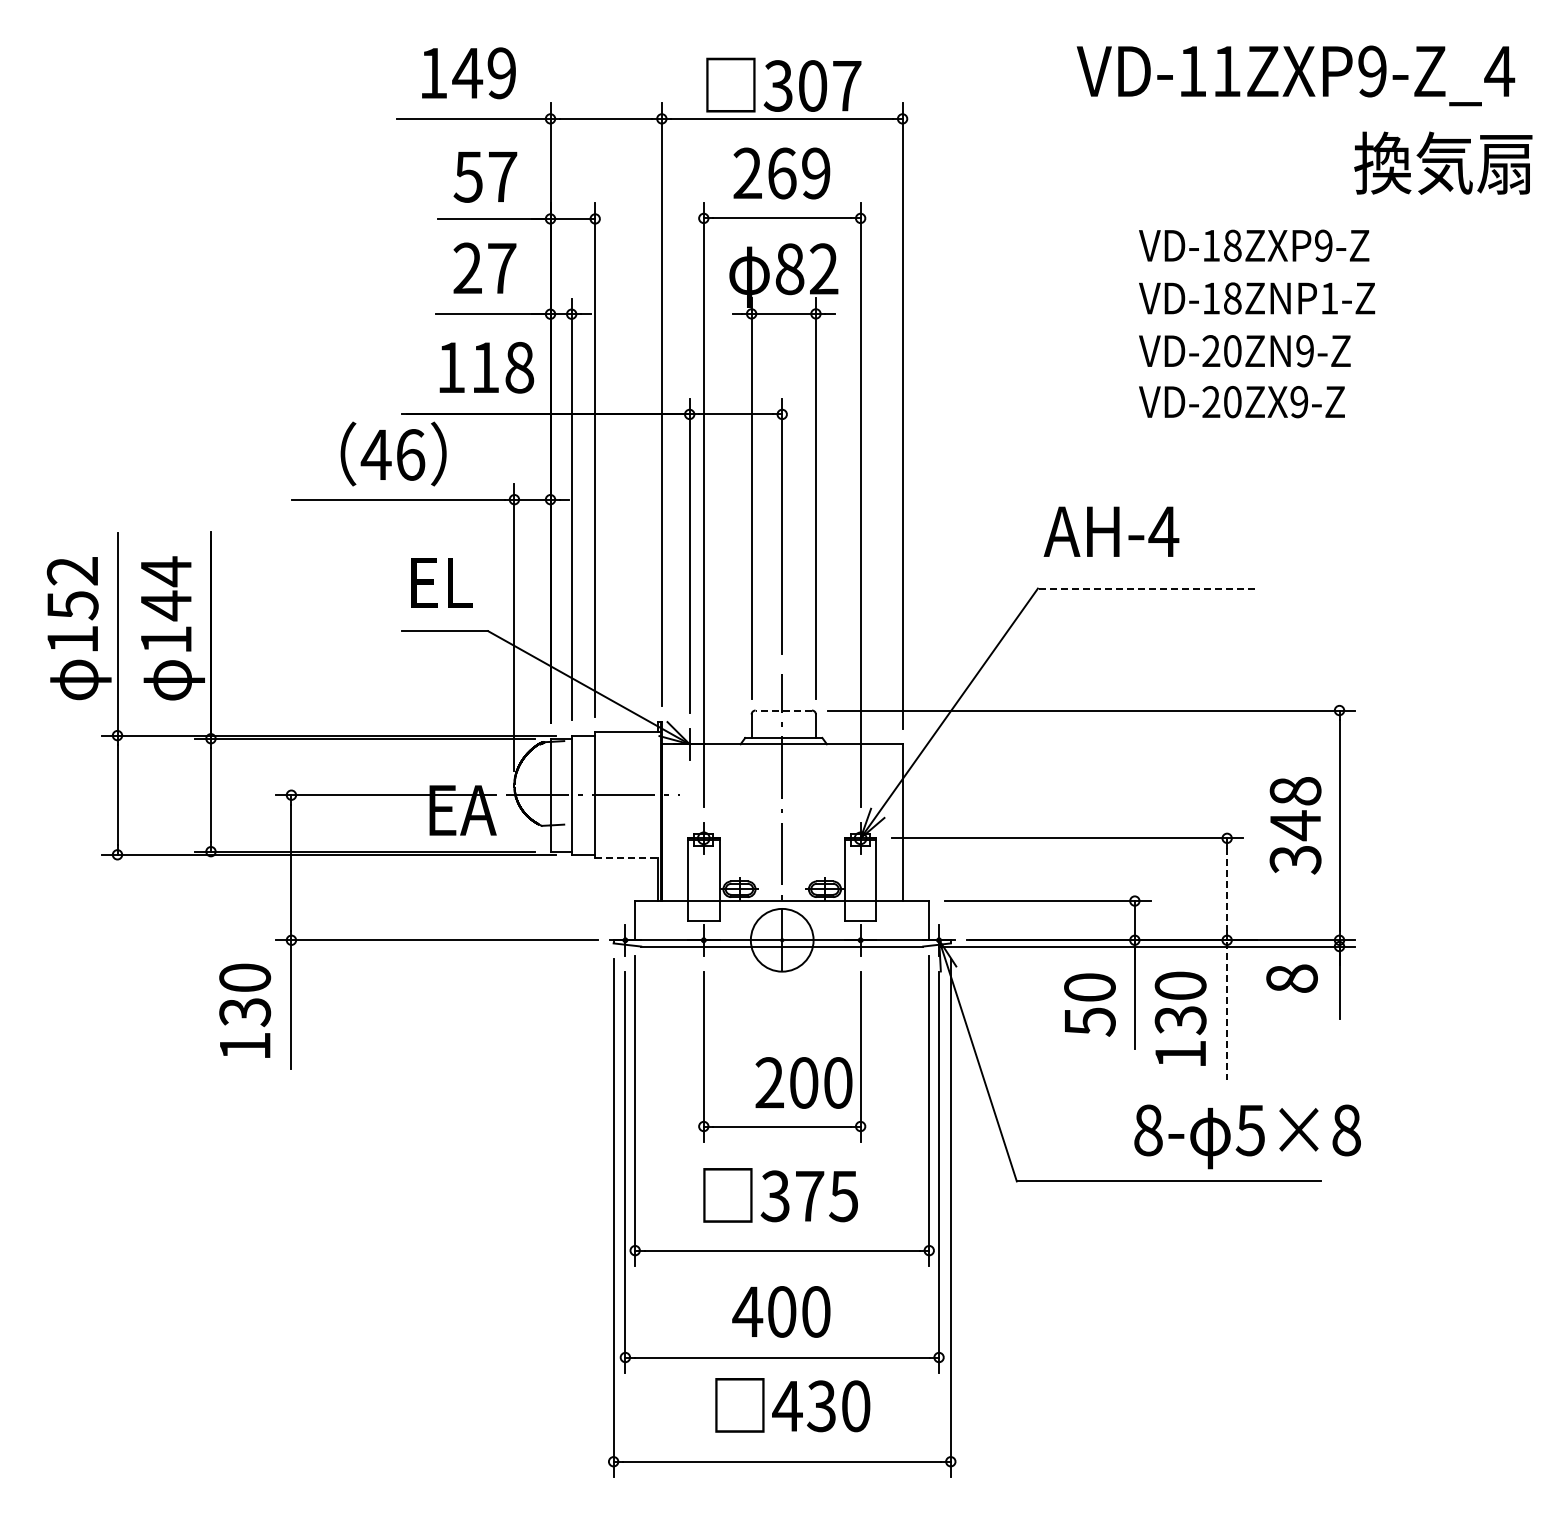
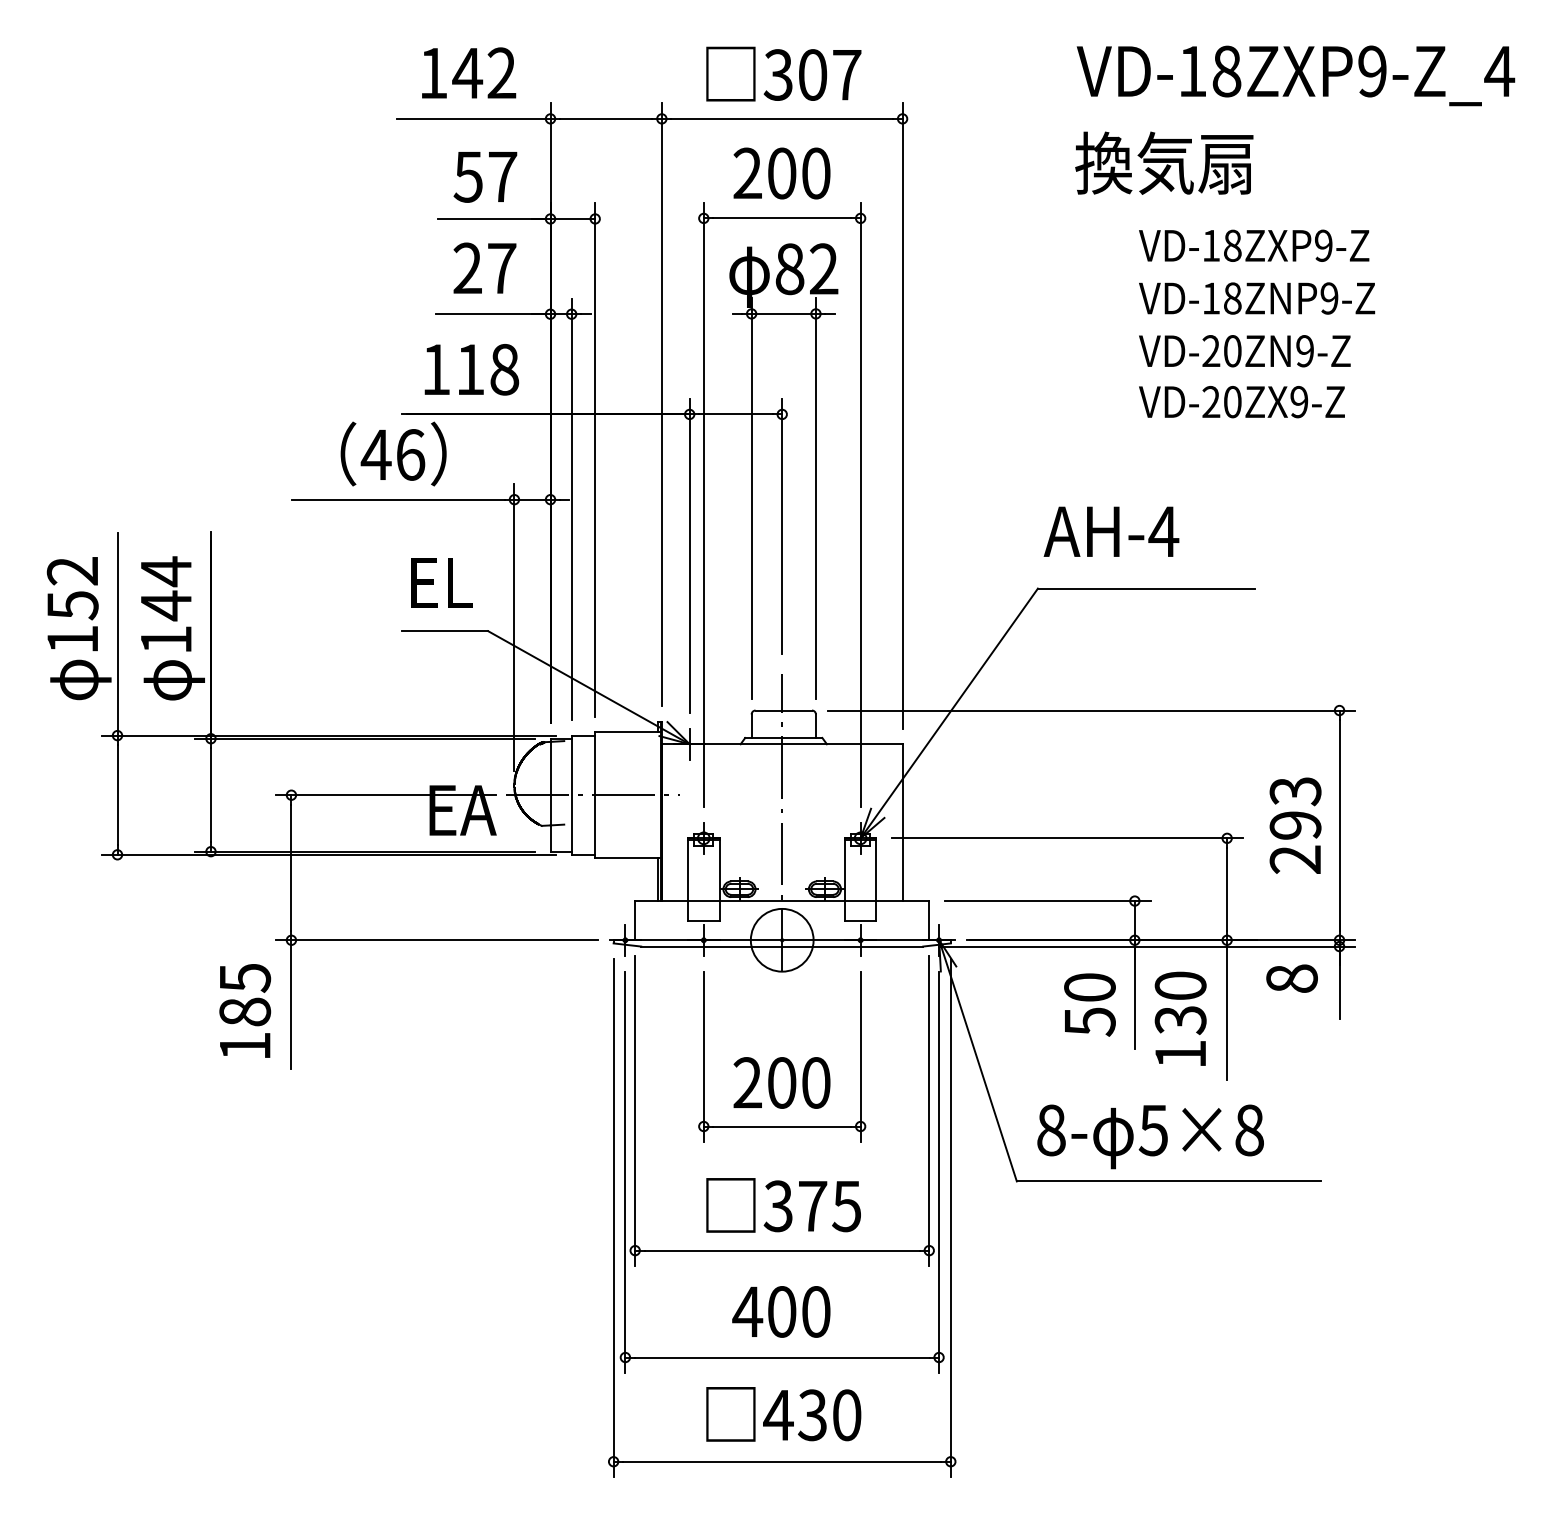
text at (1226, 71): VD-11ZXP9-Z_4 -> VD-18ZXP9-Z_4
text at (501, 73): 149 -> 142
text at (783, 84) position: (783, 84) -> (783, 73)
text at (1443, 162) position: (1443, 162) -> (1164, 162)
text at (799, 173): 269 -> 200
text at (1329, 298): VD-18ZNP1-Z -> VD-18ZNP9-Z
text at (486, 367) position: (486, 367) -> (471, 369)
line at (1146, 588): dashed -> solid
line at (783, 710): dashed -> solid
text at (1295, 825): 348 -> 293
line at (629, 857): dashed -> solid
line at (1227, 889): dashed -> solid
text at (245, 995): 130 -> 185
line at (1227, 1011): dashed -> solid
text at (803, 1082) position: (803, 1082) -> (781, 1082)
text at (1247, 1136) position: (1247, 1136) -> (1150, 1136)
text at (780, 1195) position: (780, 1195) -> (783, 1205)
text at (792, 1405) position: (792, 1405) -> (783, 1414)
